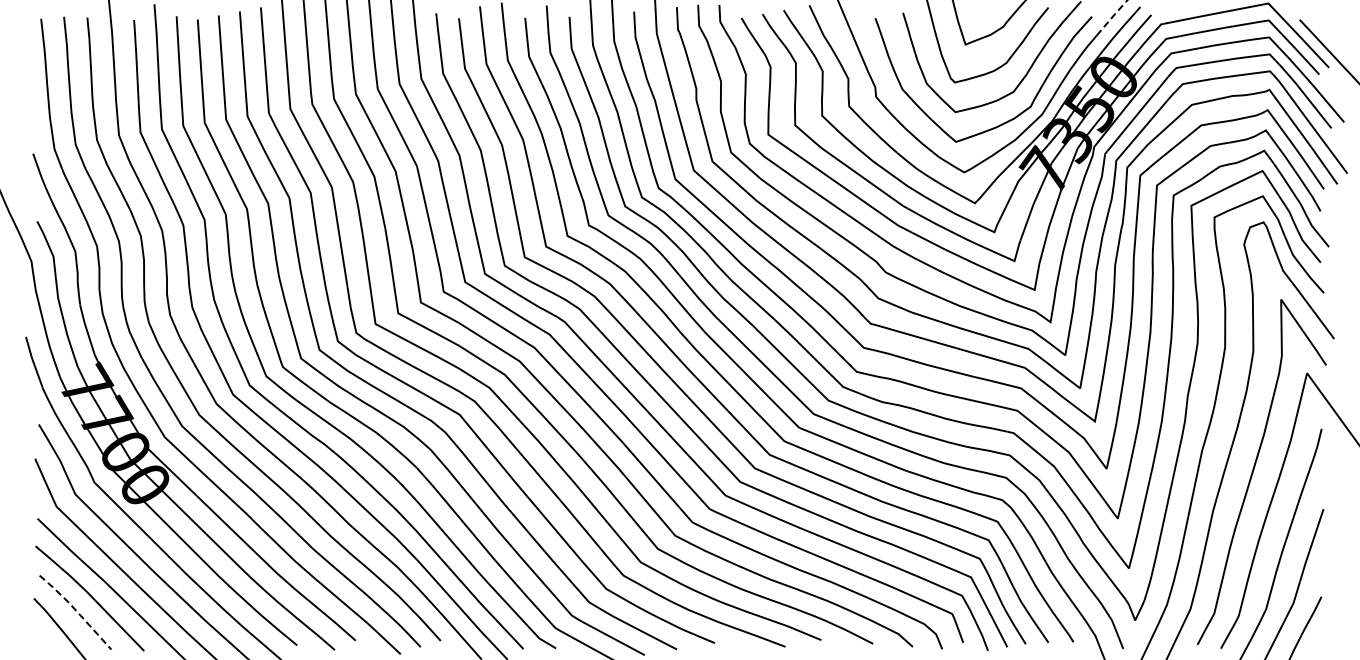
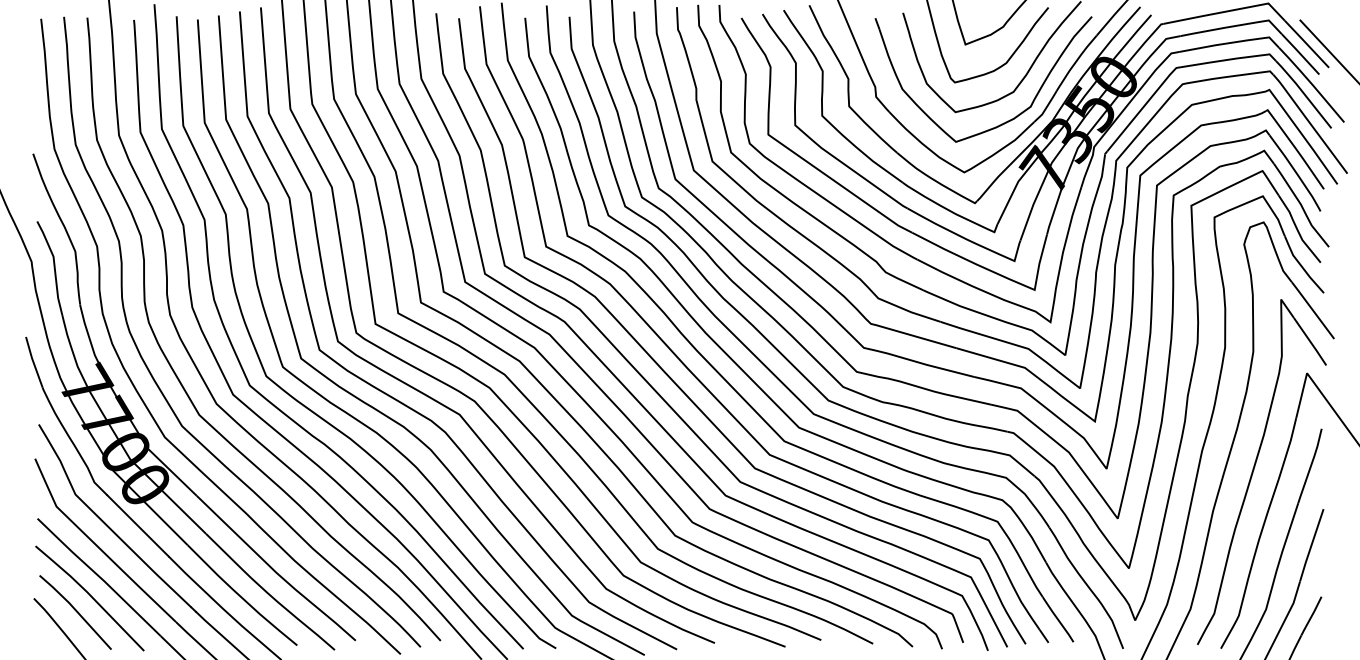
line at (1112, 16): dashed -> solid
line at (76, 610): dashed -> solid
